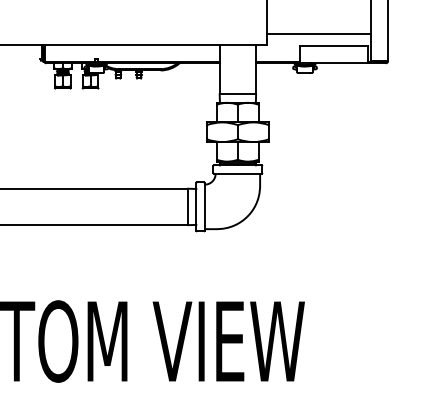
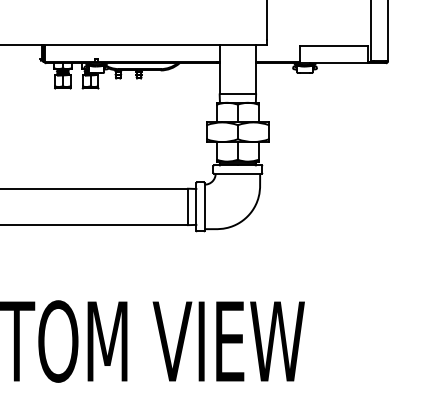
line at (318, 34): present -> none
